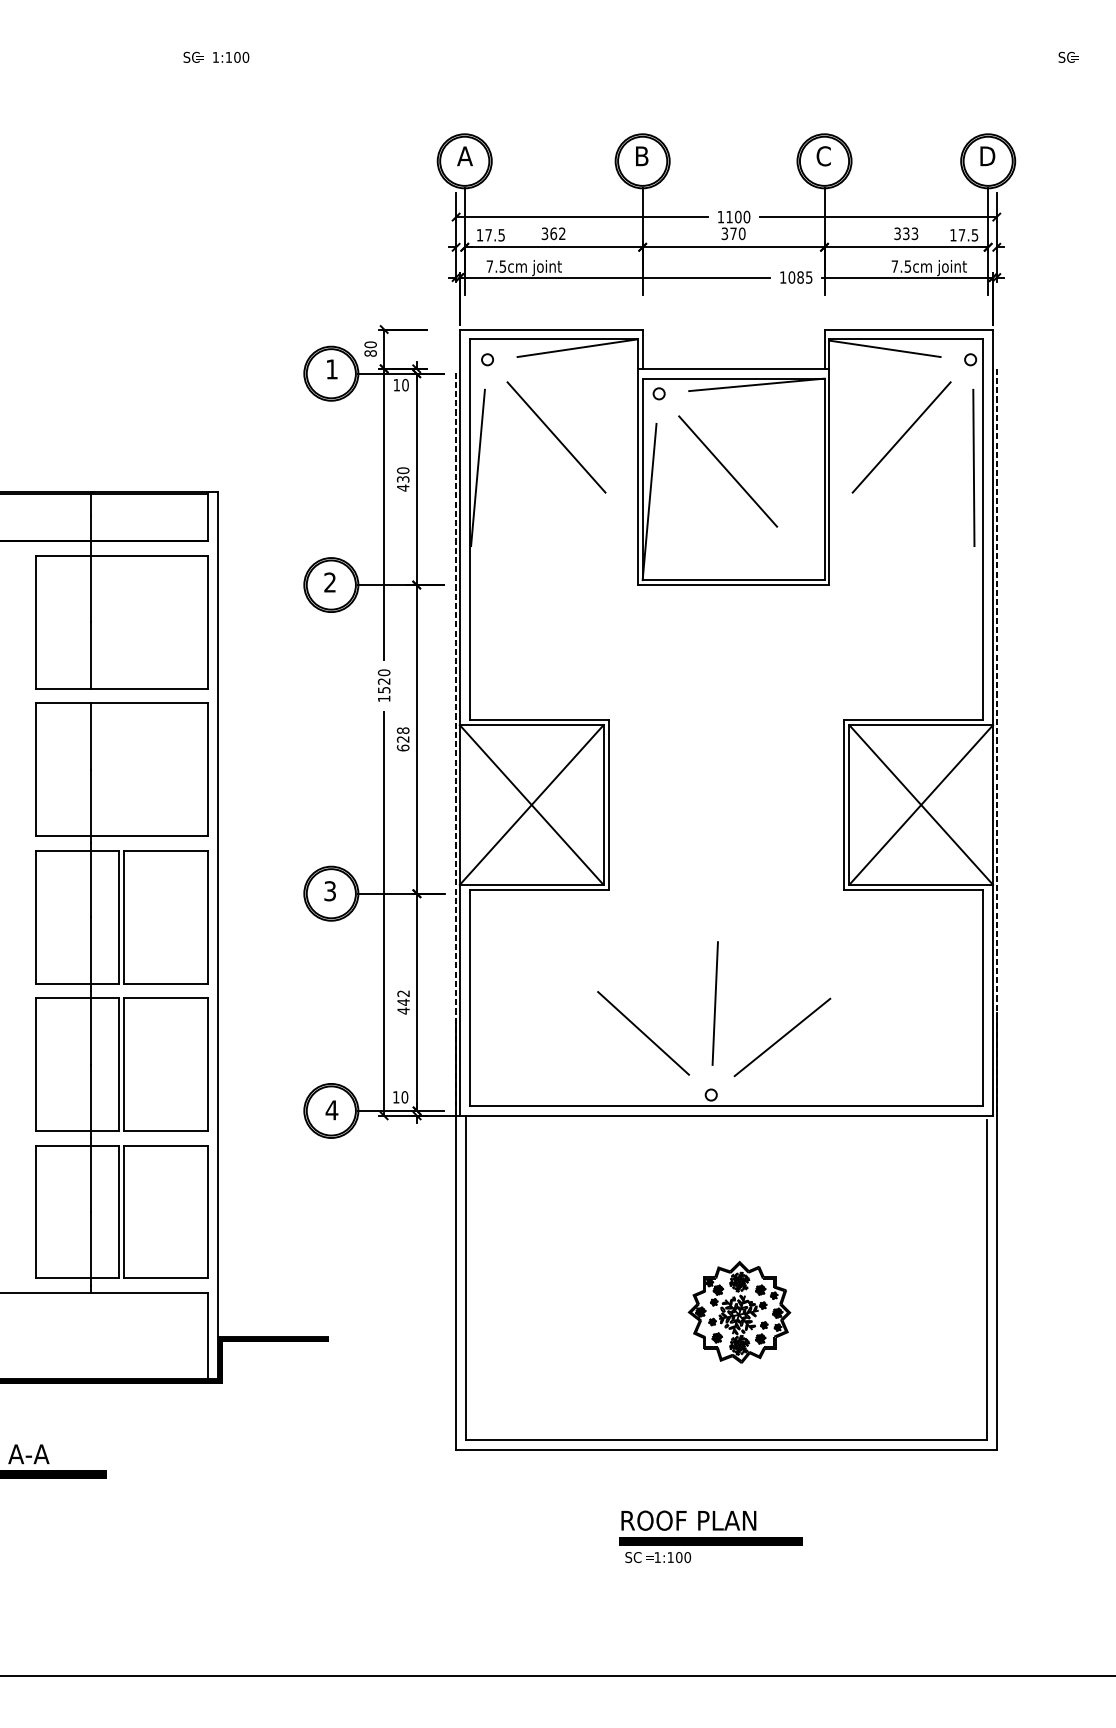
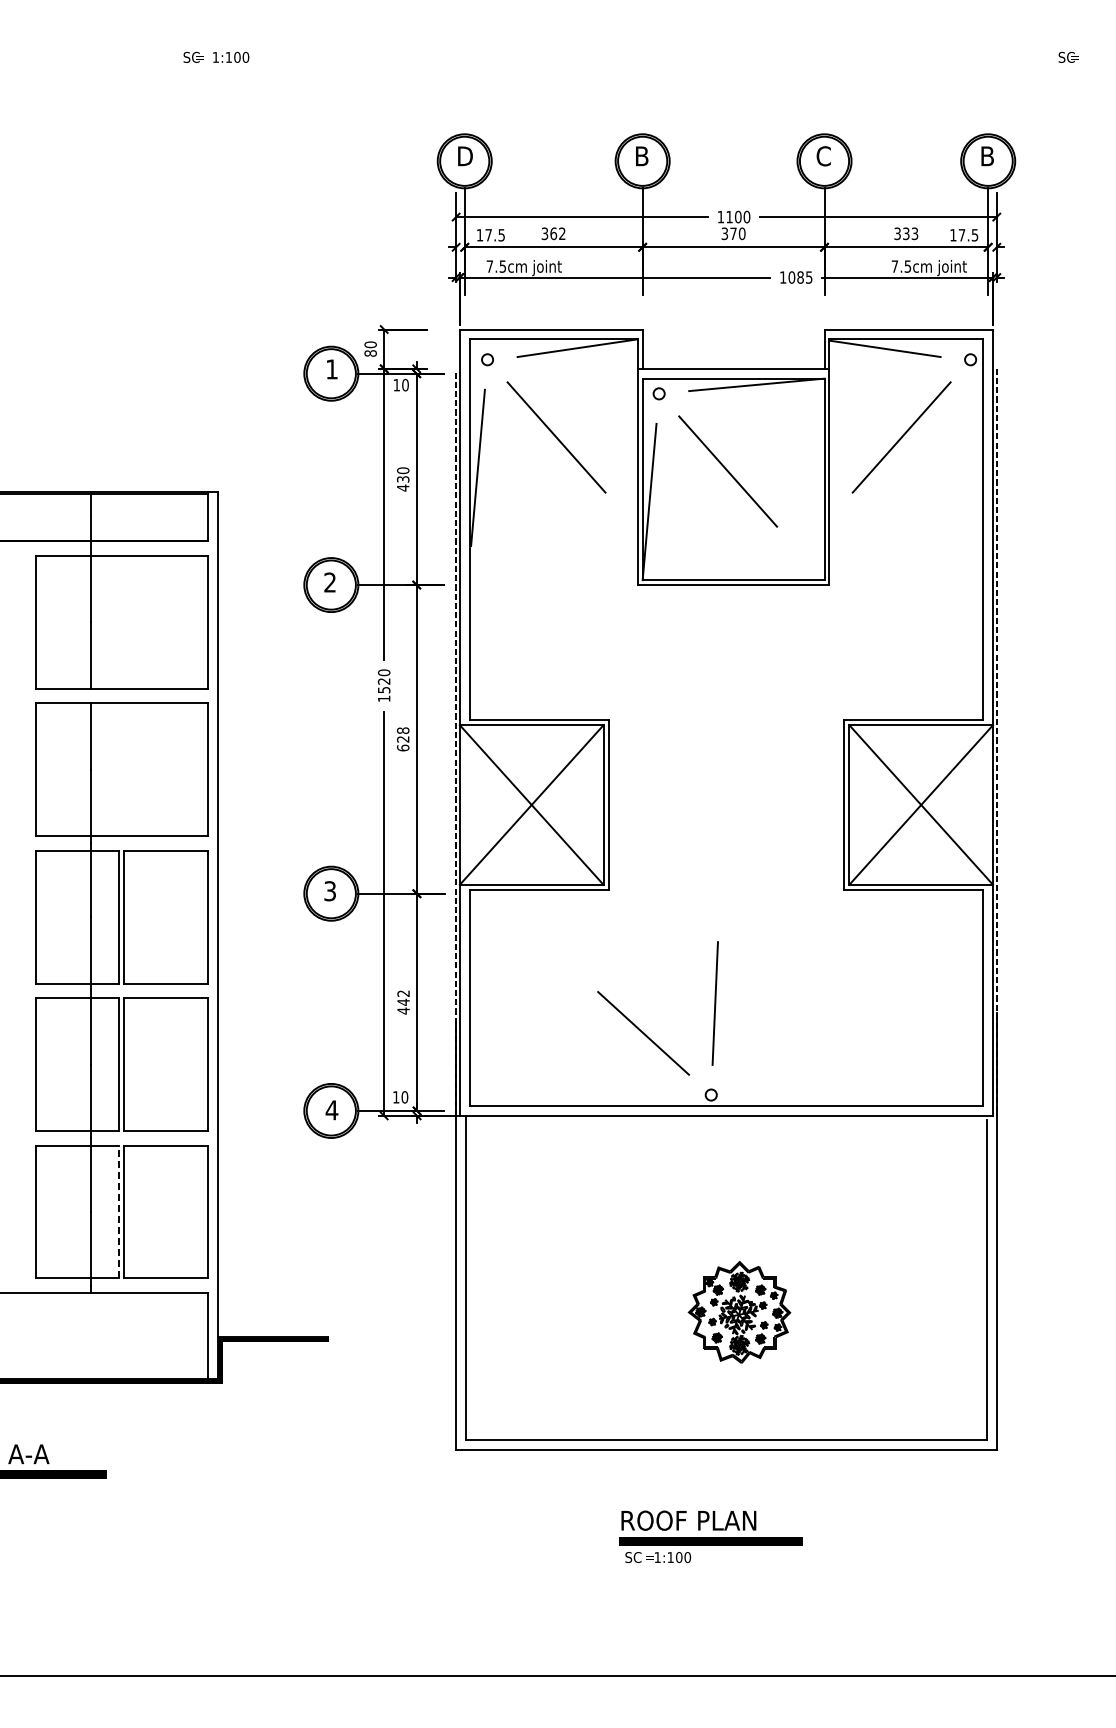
text at (464, 156): A -> D
text at (987, 156): D -> B
line at (973, 467): present -> none
line at (782, 1037): present -> none
line at (119, 1211): solid -> dashed
